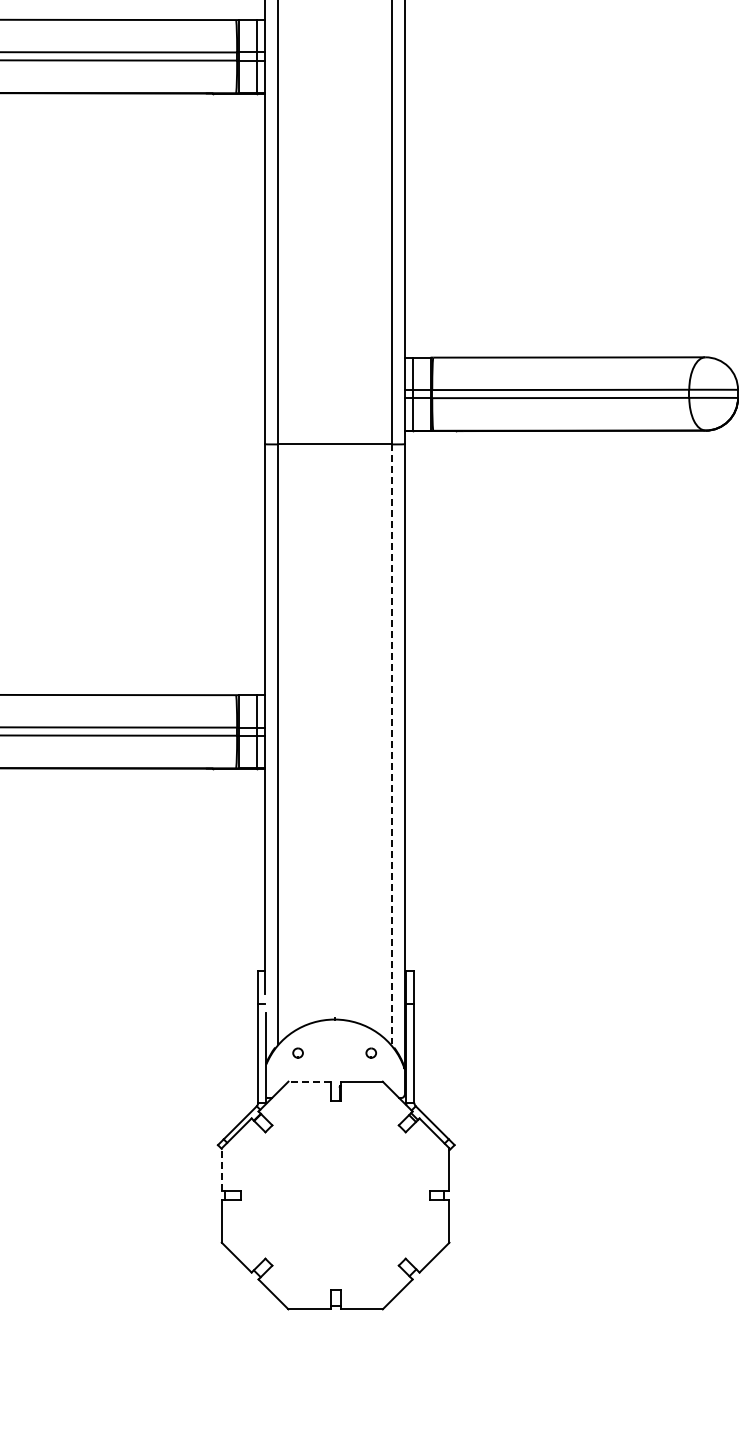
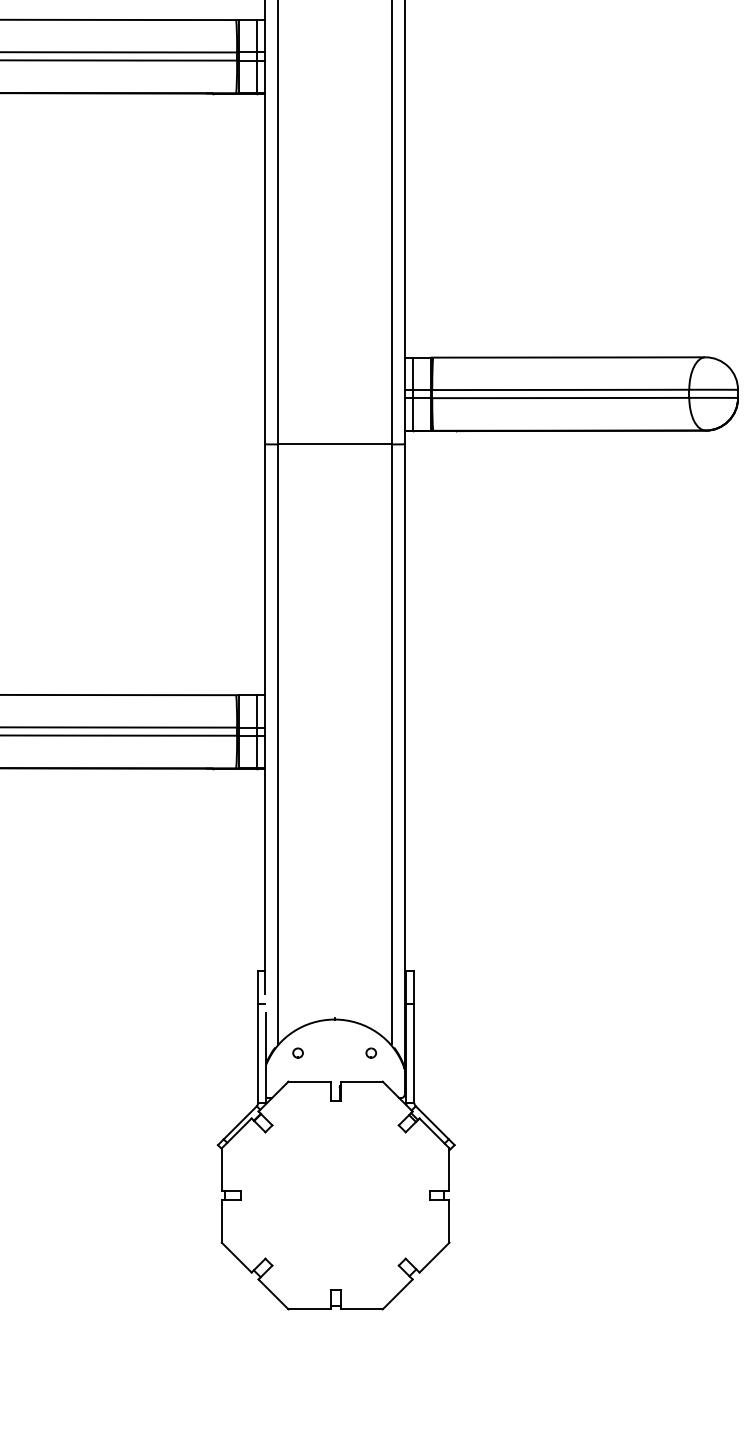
line at (391, 744): dashed -> solid
line at (309, 1081): dashed -> solid
line at (221, 1169): dashed -> solid
